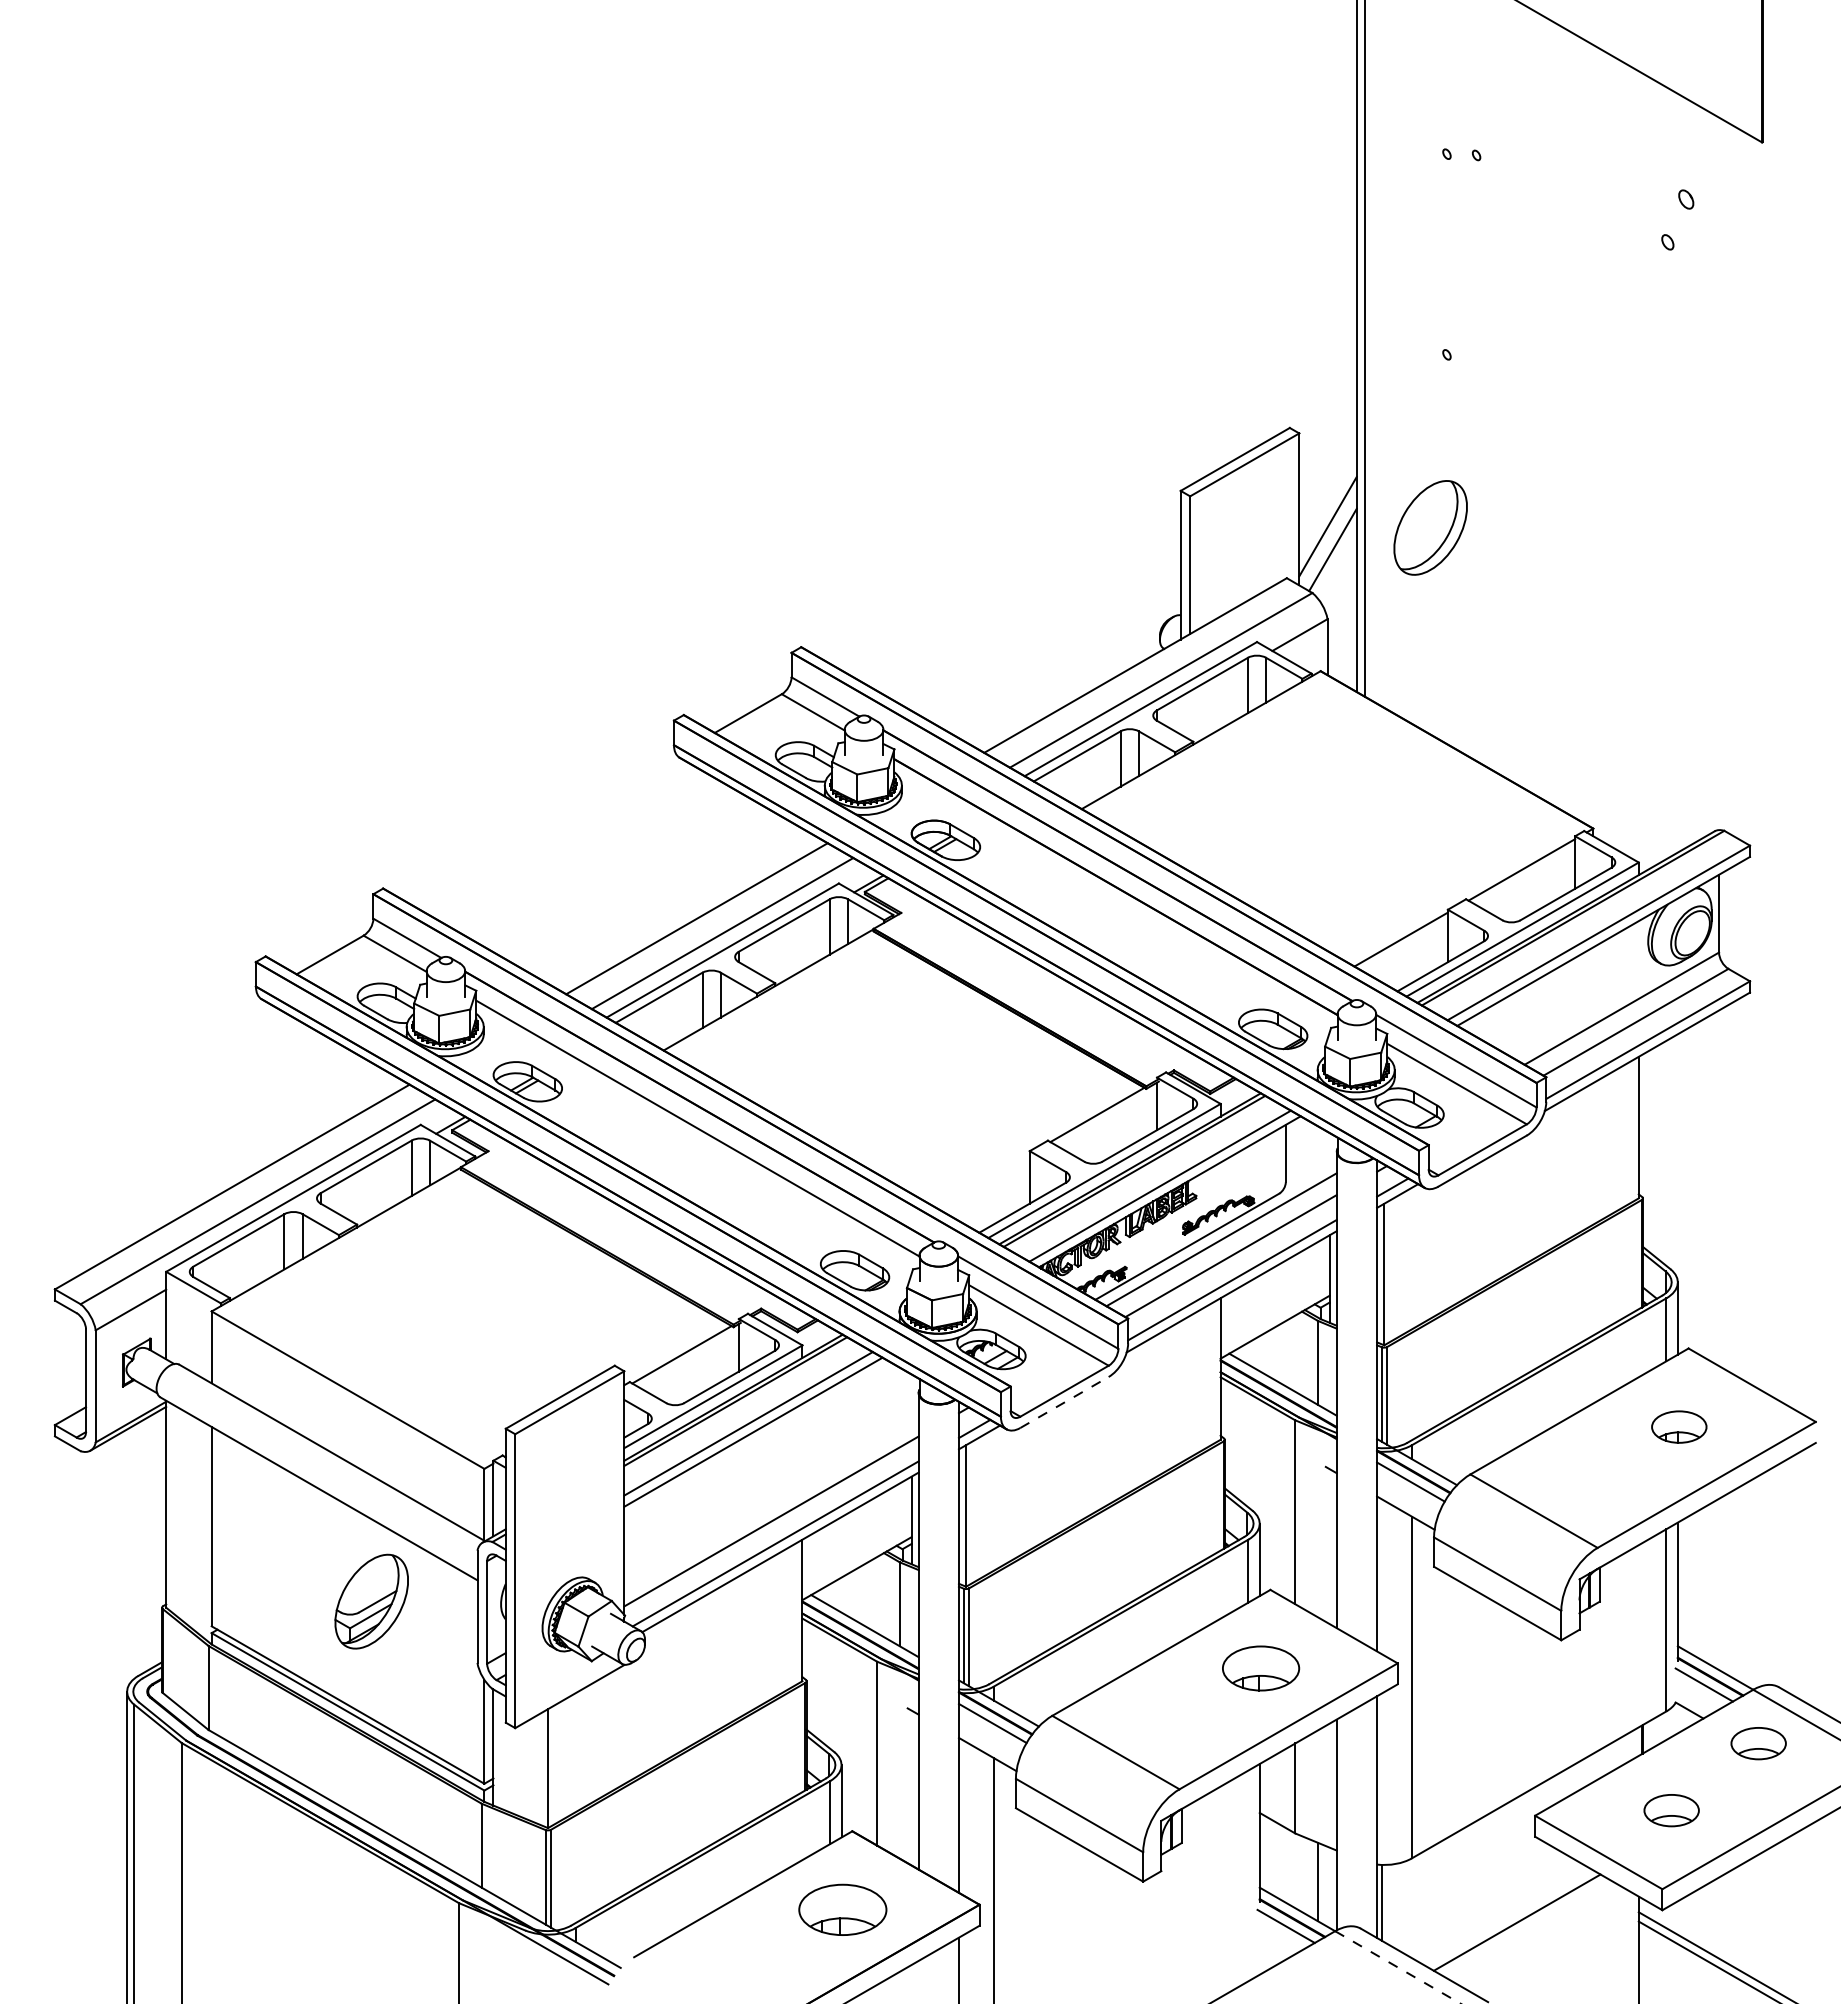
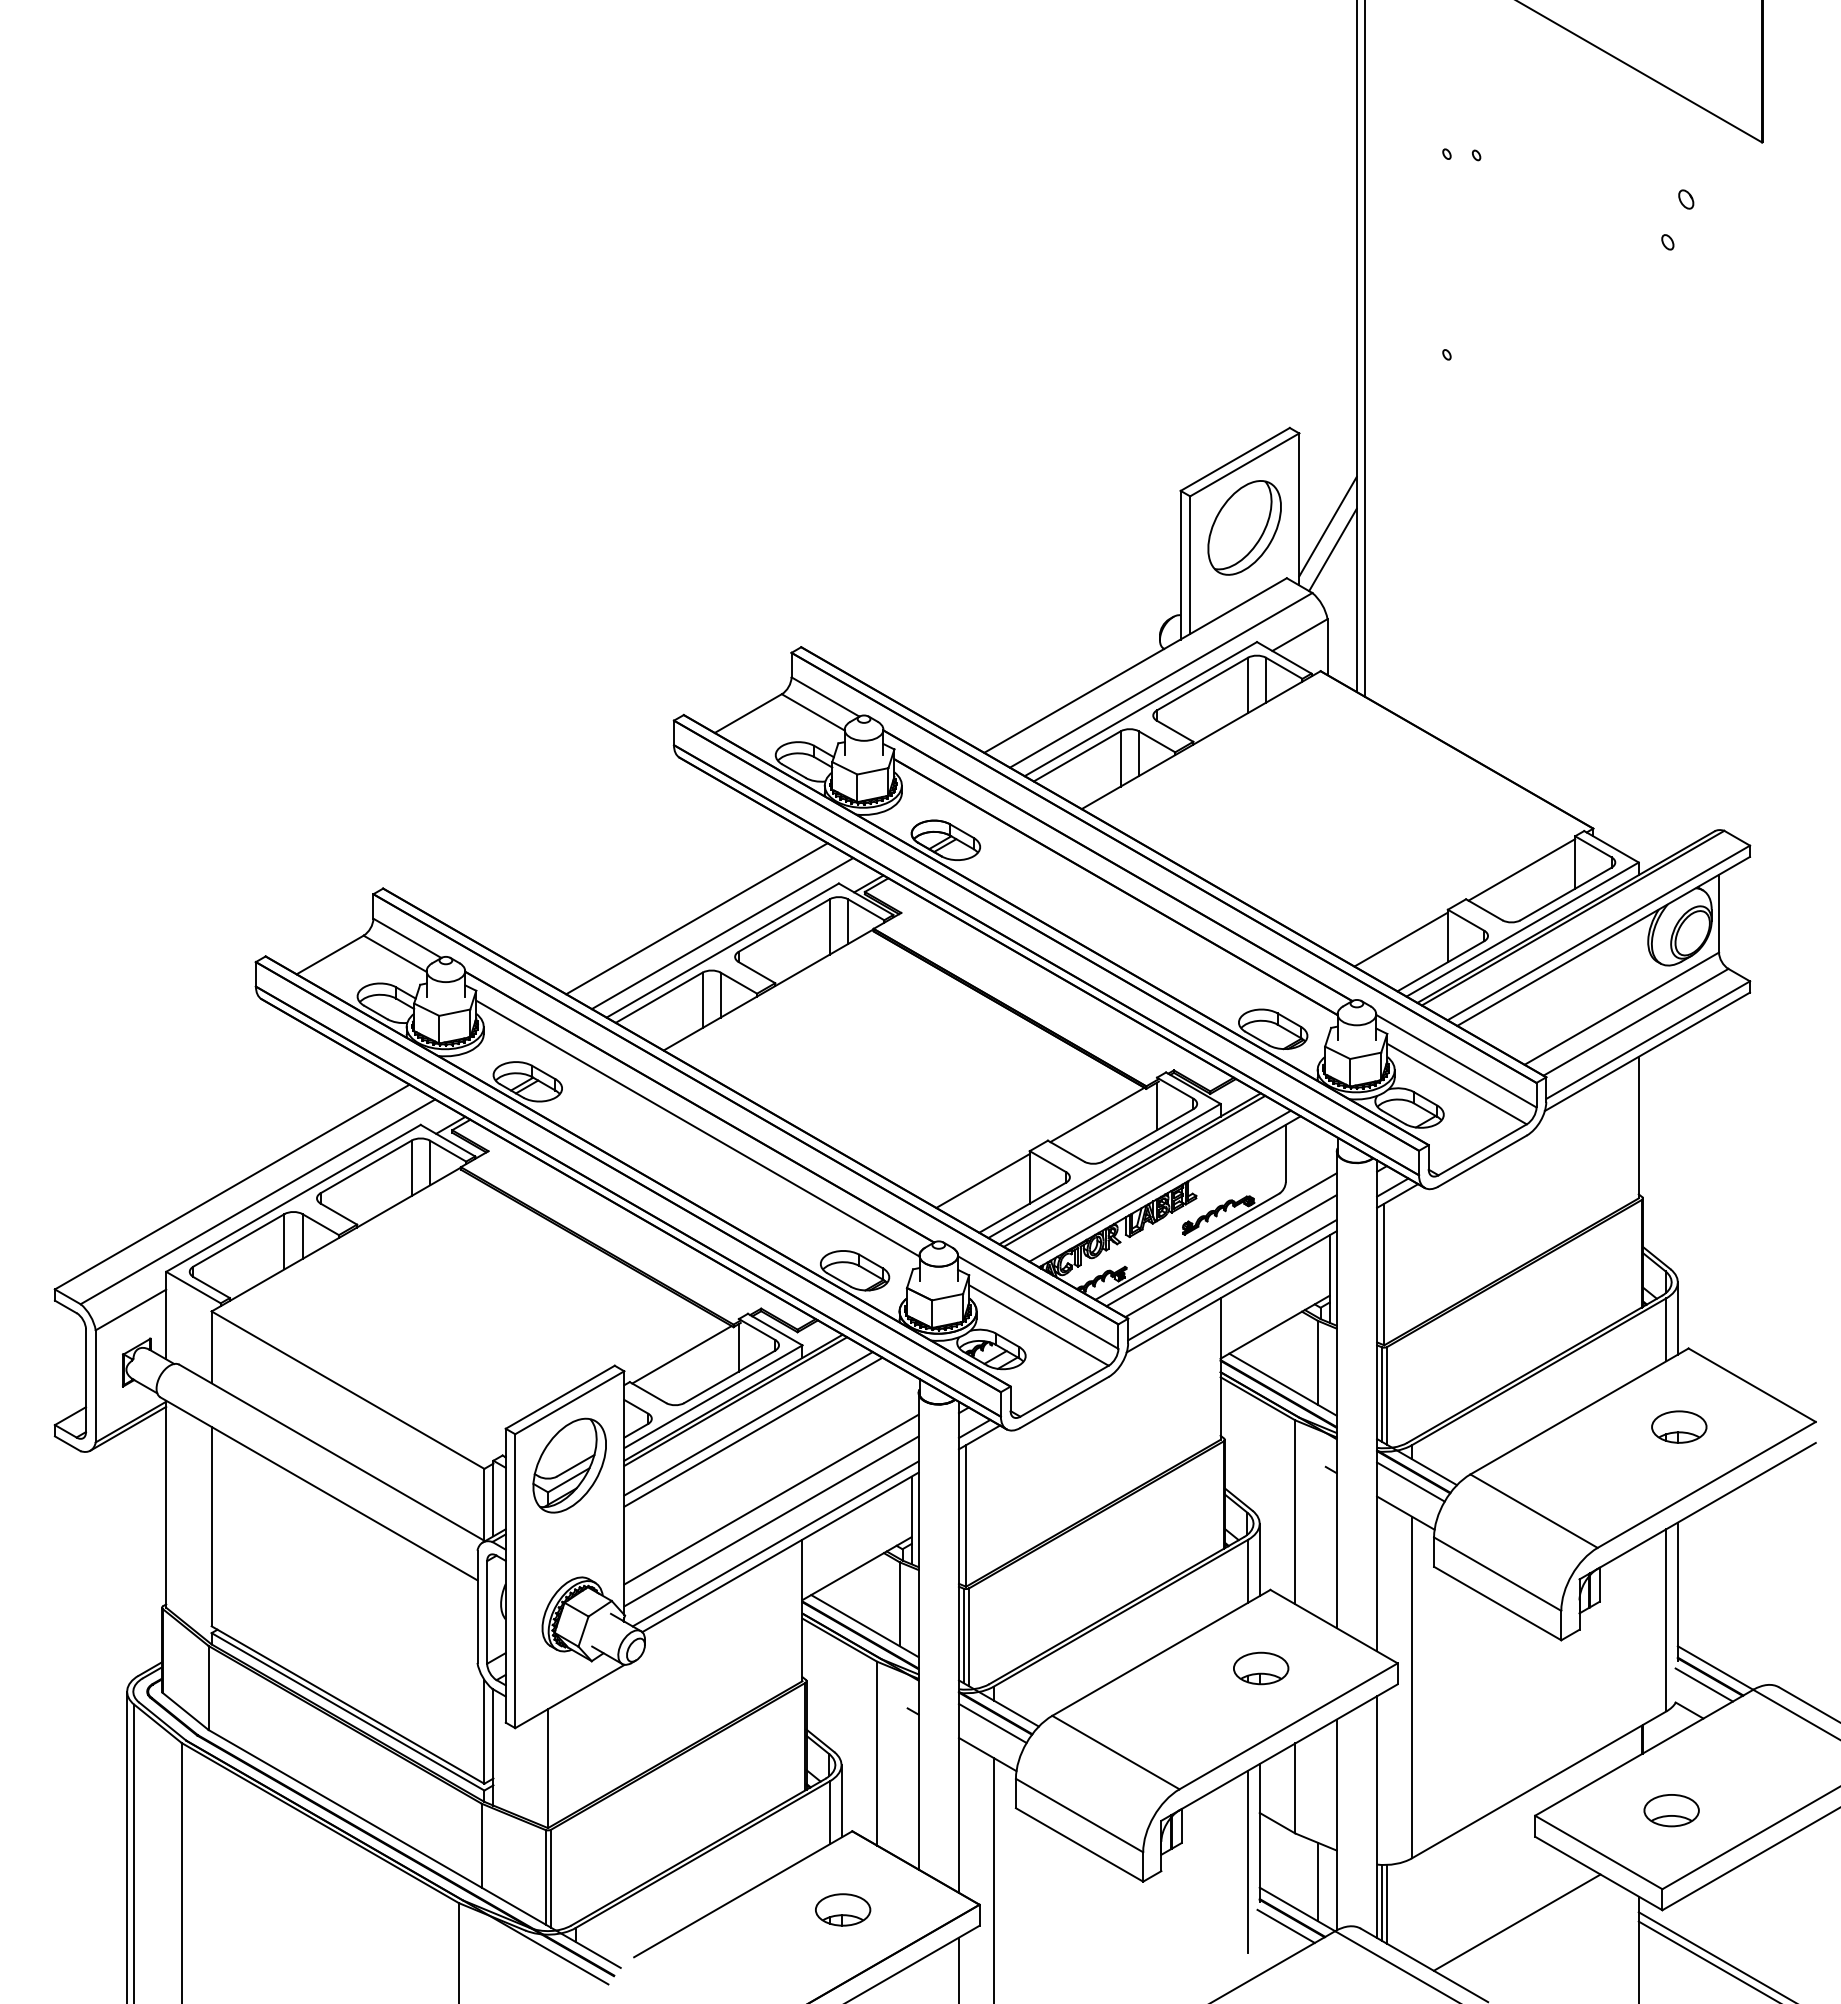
part at (1430, 527) position: (1430, 527) -> (1244, 527)
line at (982, 1180): none -> present
line at (1064, 1402): dashed -> solid
line at (771, 1499): none -> present
part at (371, 1601) position: (371, 1601) -> (569, 1465)
part at (1261, 1668) size: 79x47 px -> 57x35 px
part at (1758, 1743): present -> none
line at (1248, 1861): none -> present
line at (1387, 1903): none -> present
part at (842, 1909) size: 90x53 px -> 57x34 px
line at (1398, 1967): dashed -> solid
